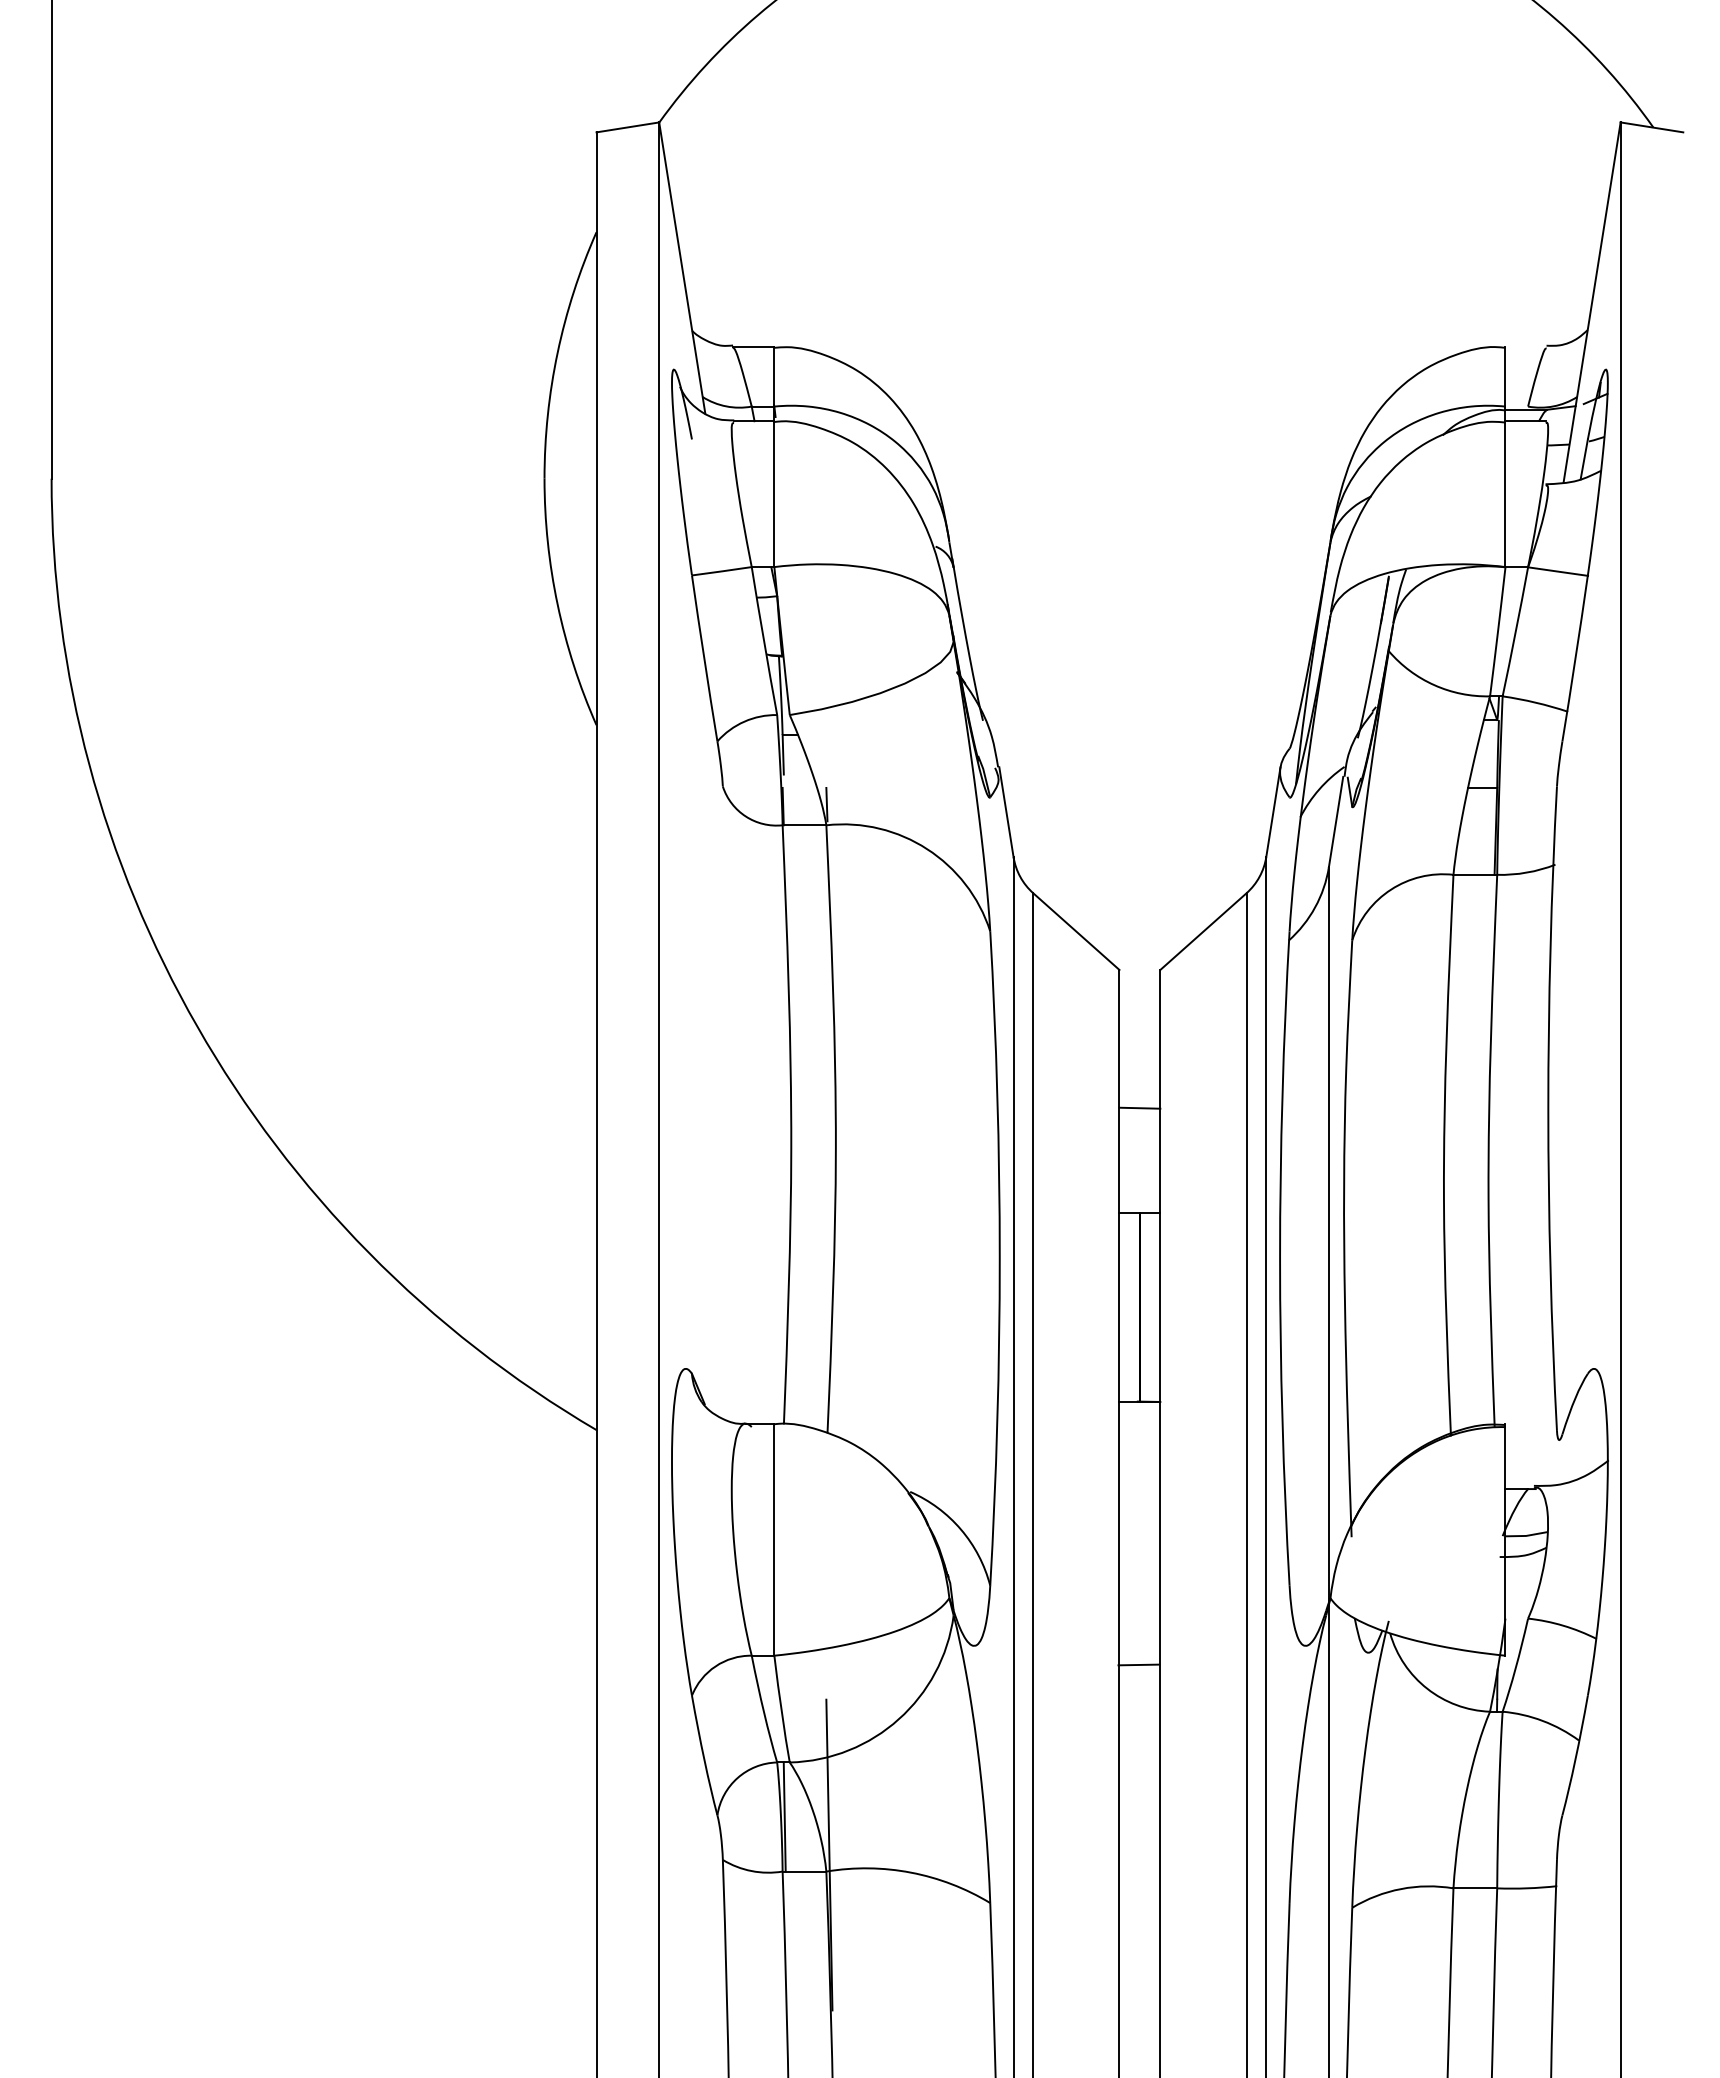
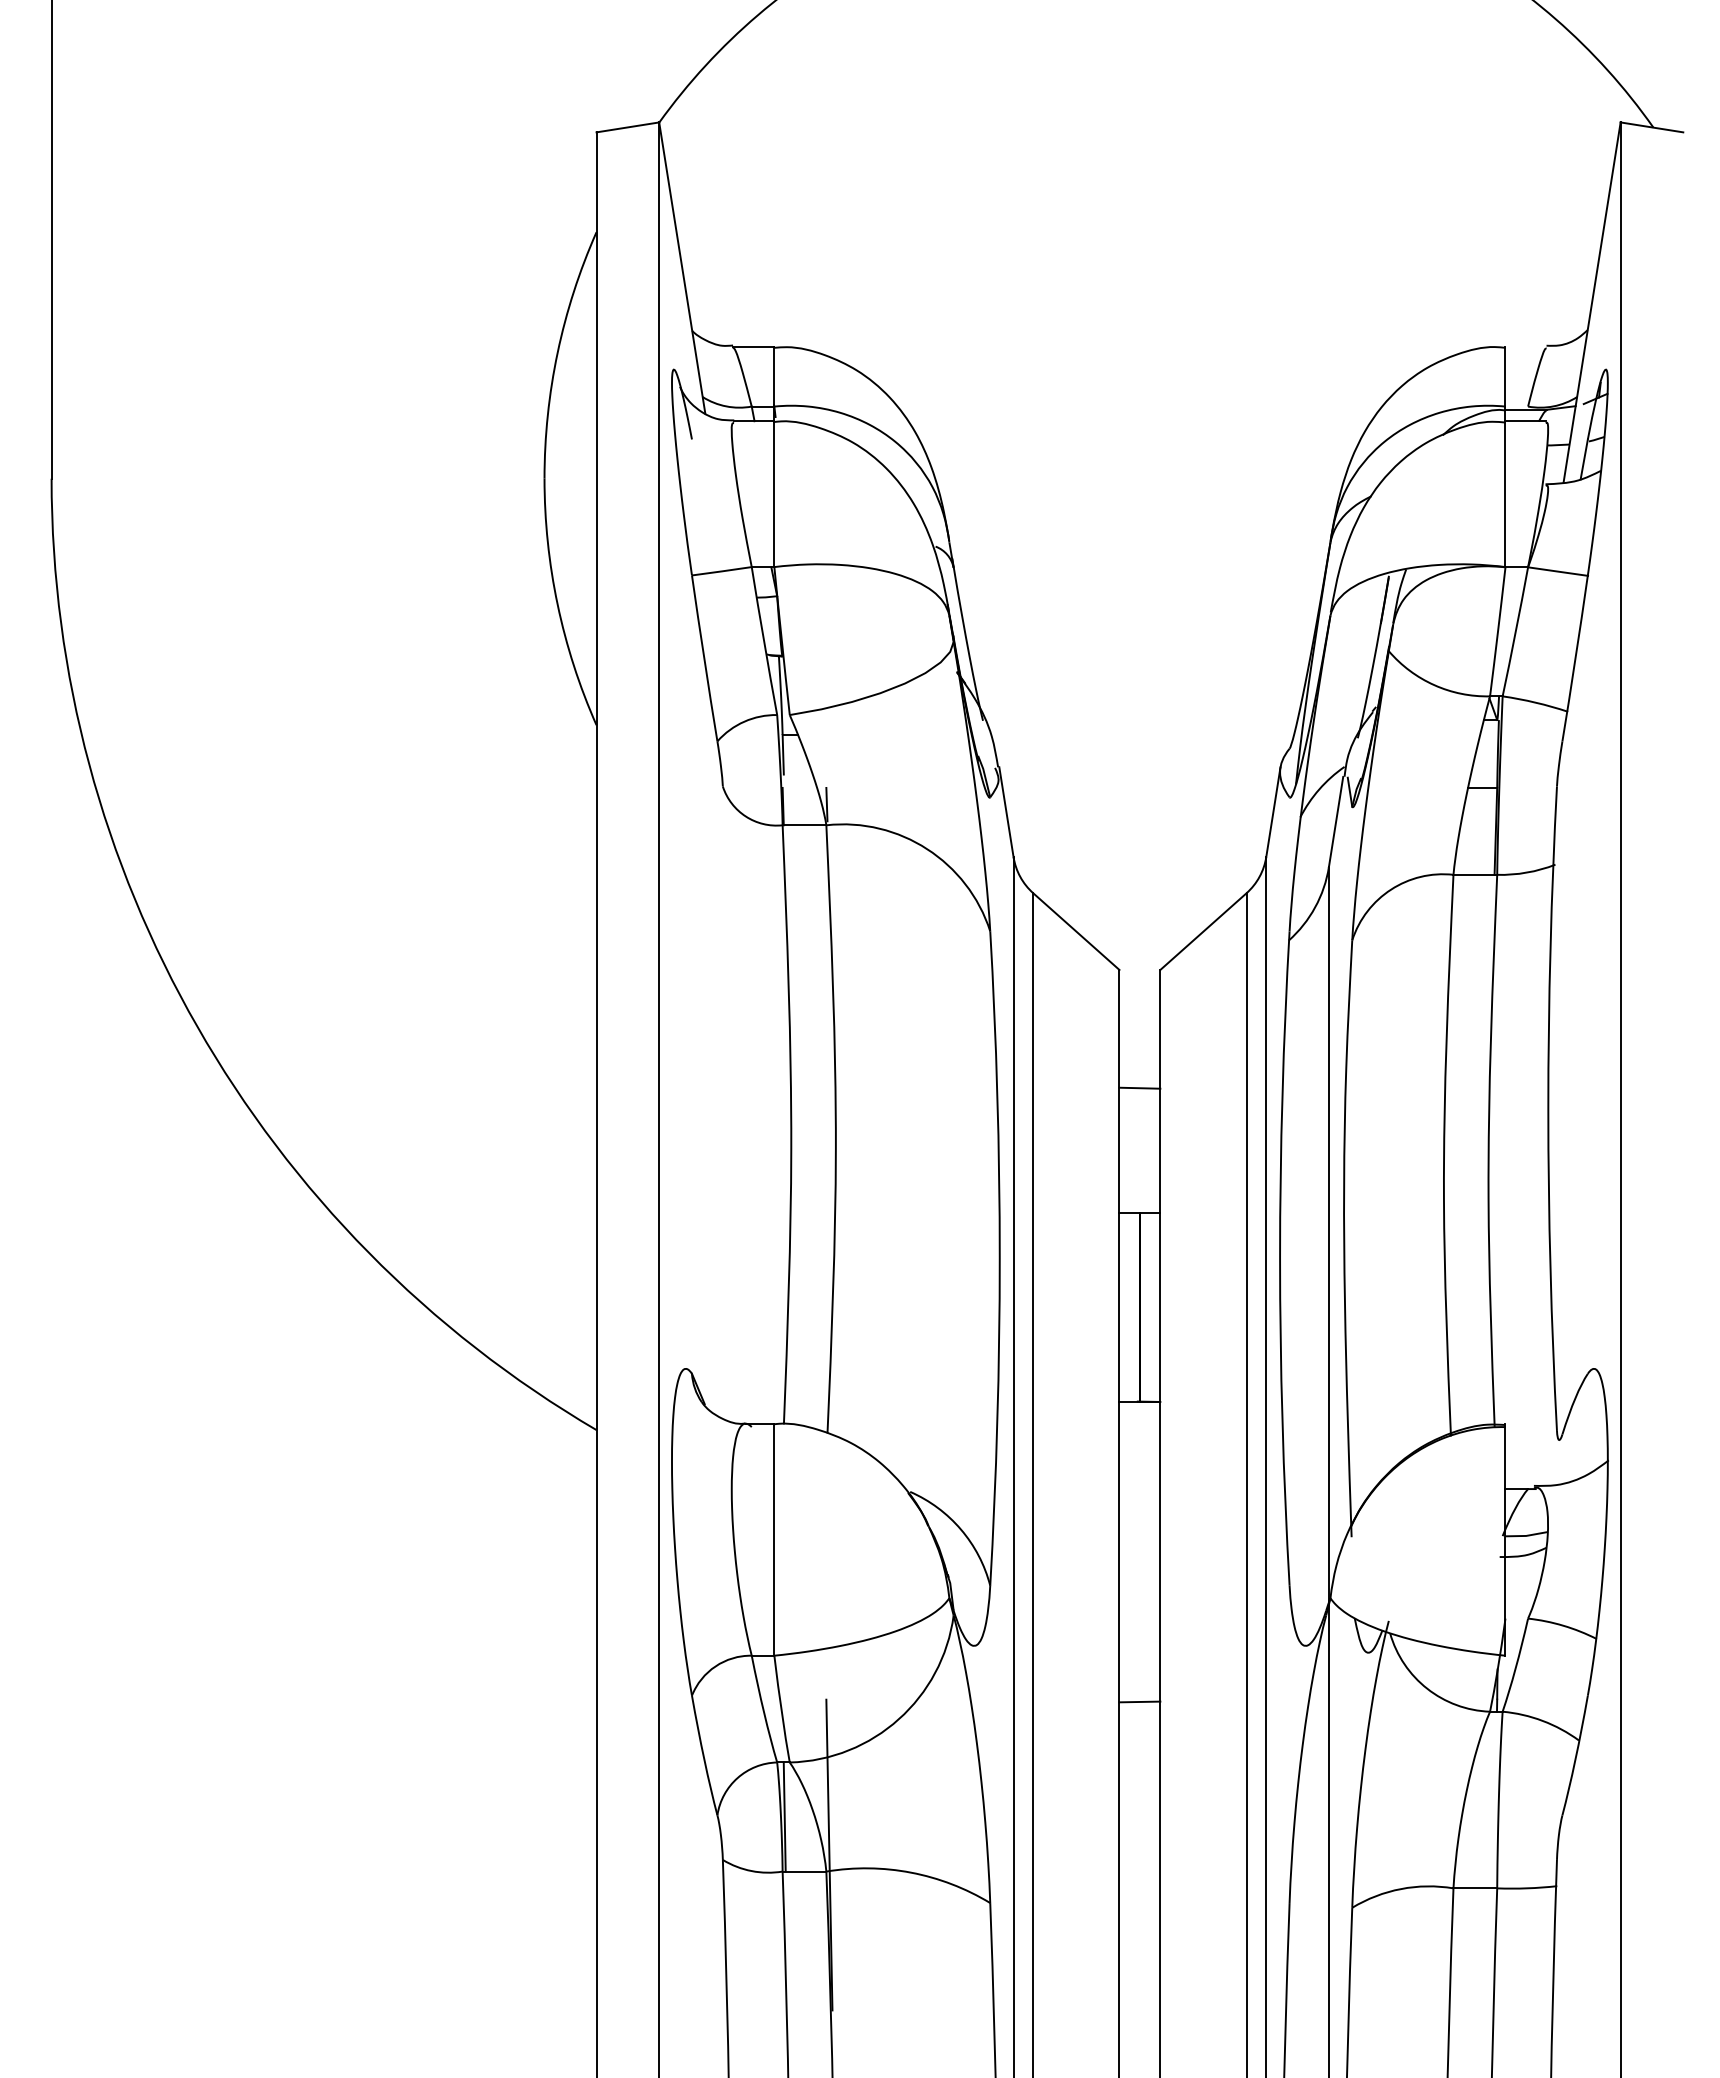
line at (1139, 1107) position: (1139, 1107) -> (1139, 1087)
line at (1138, 1664) position: (1138, 1664) -> (1139, 1701)
